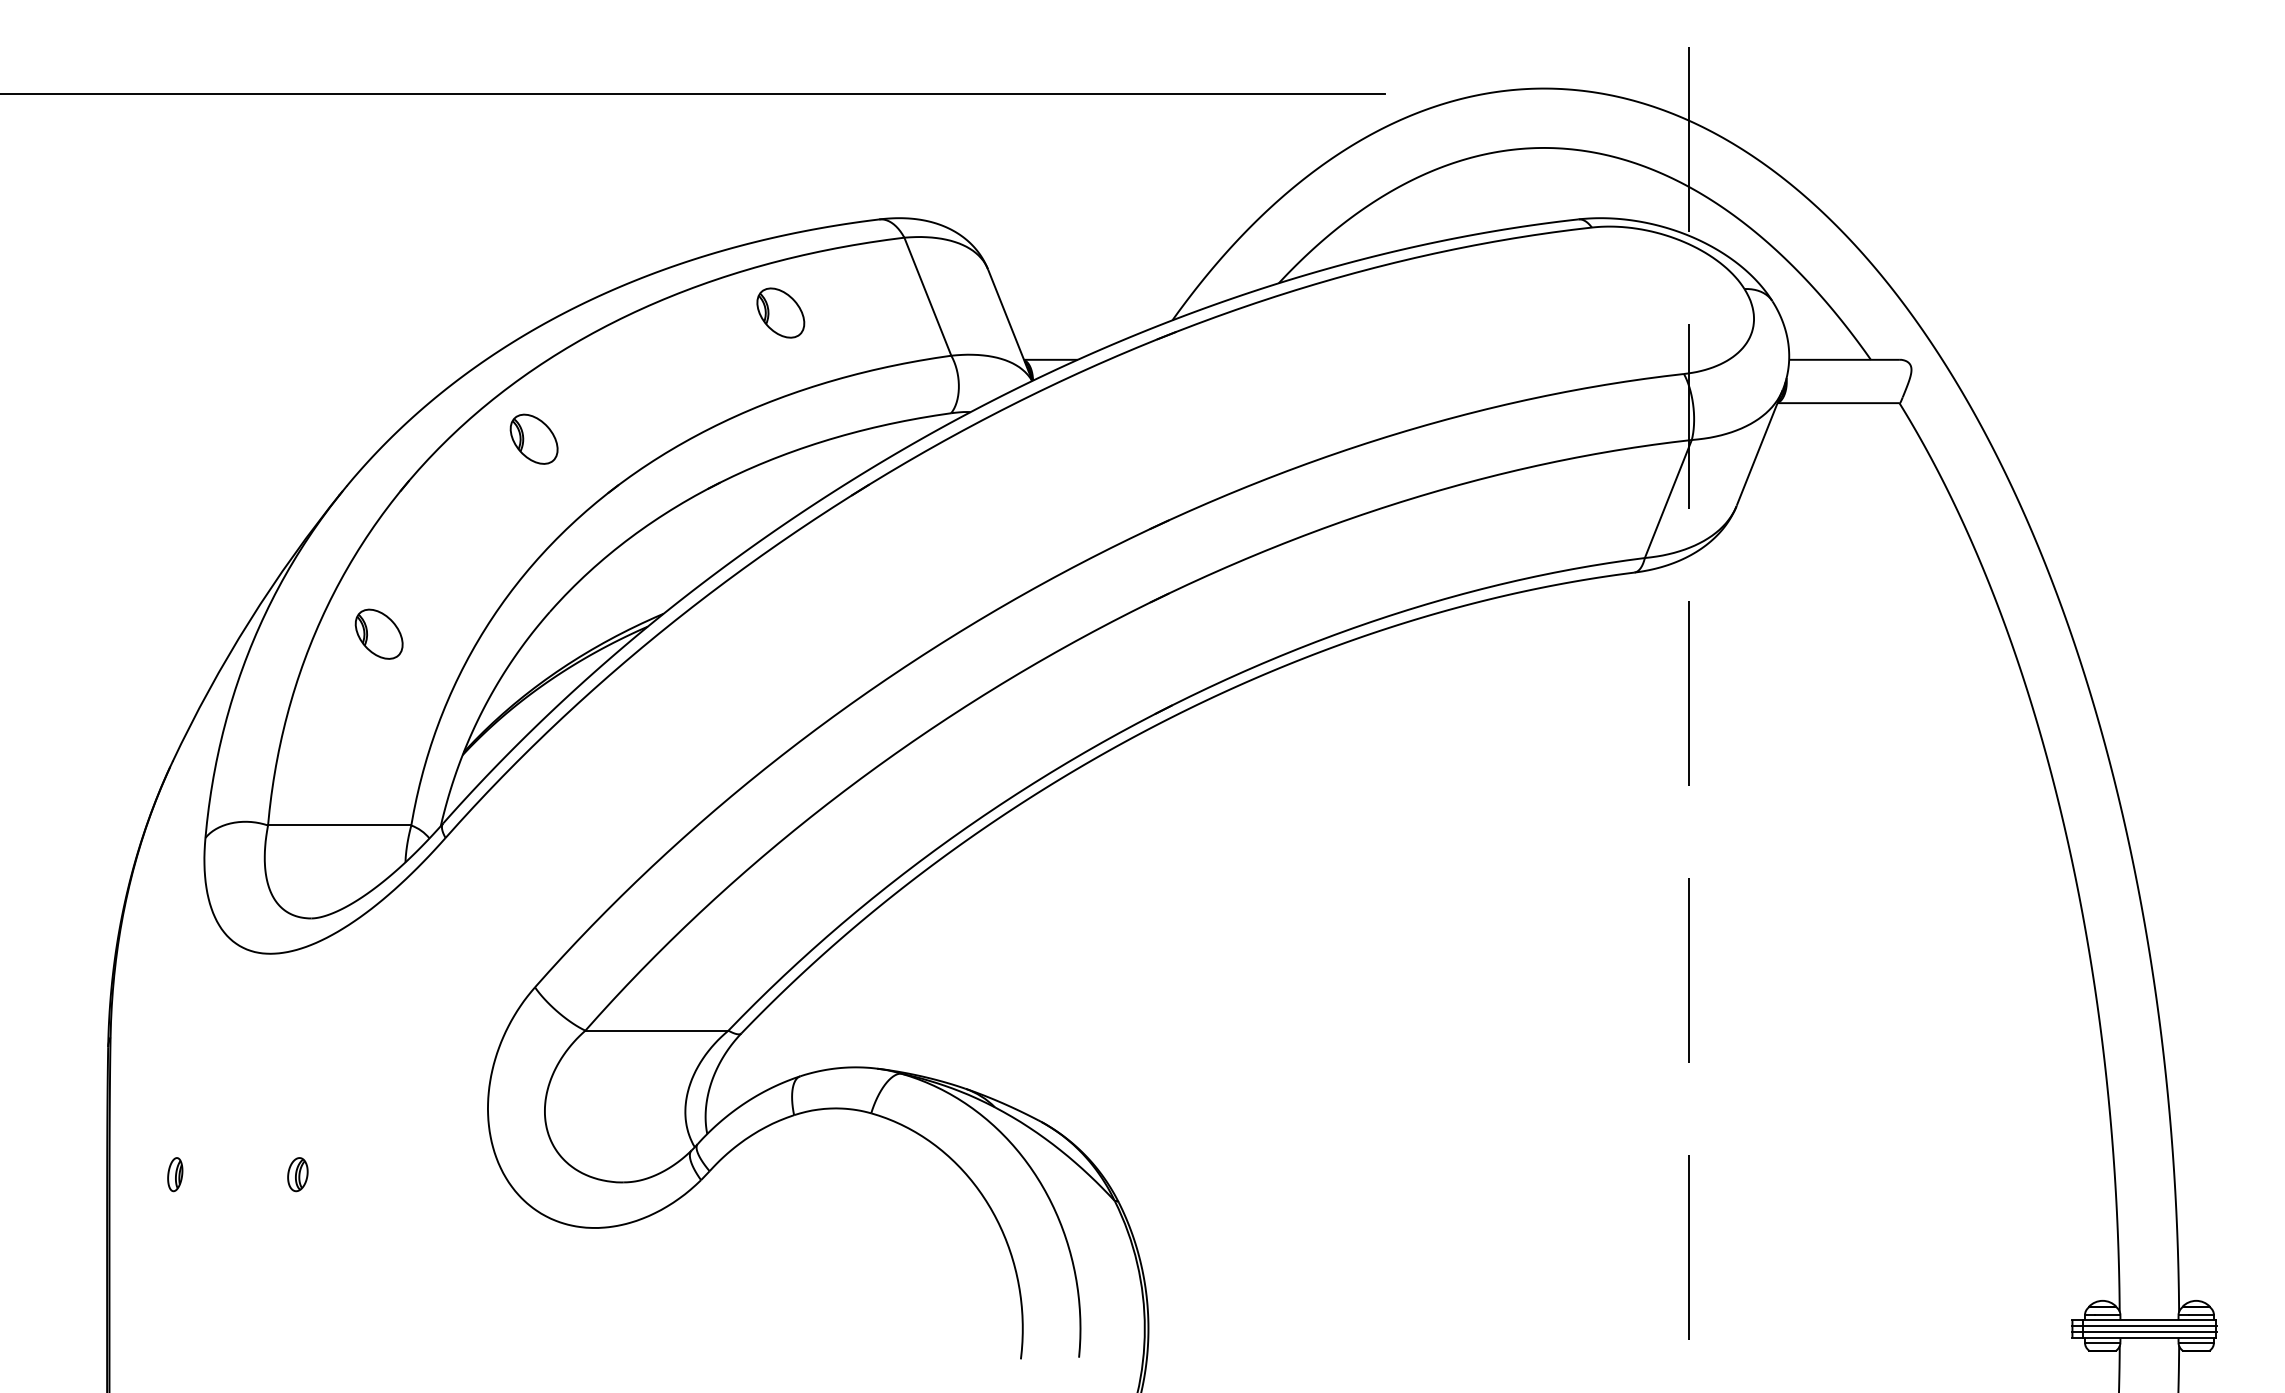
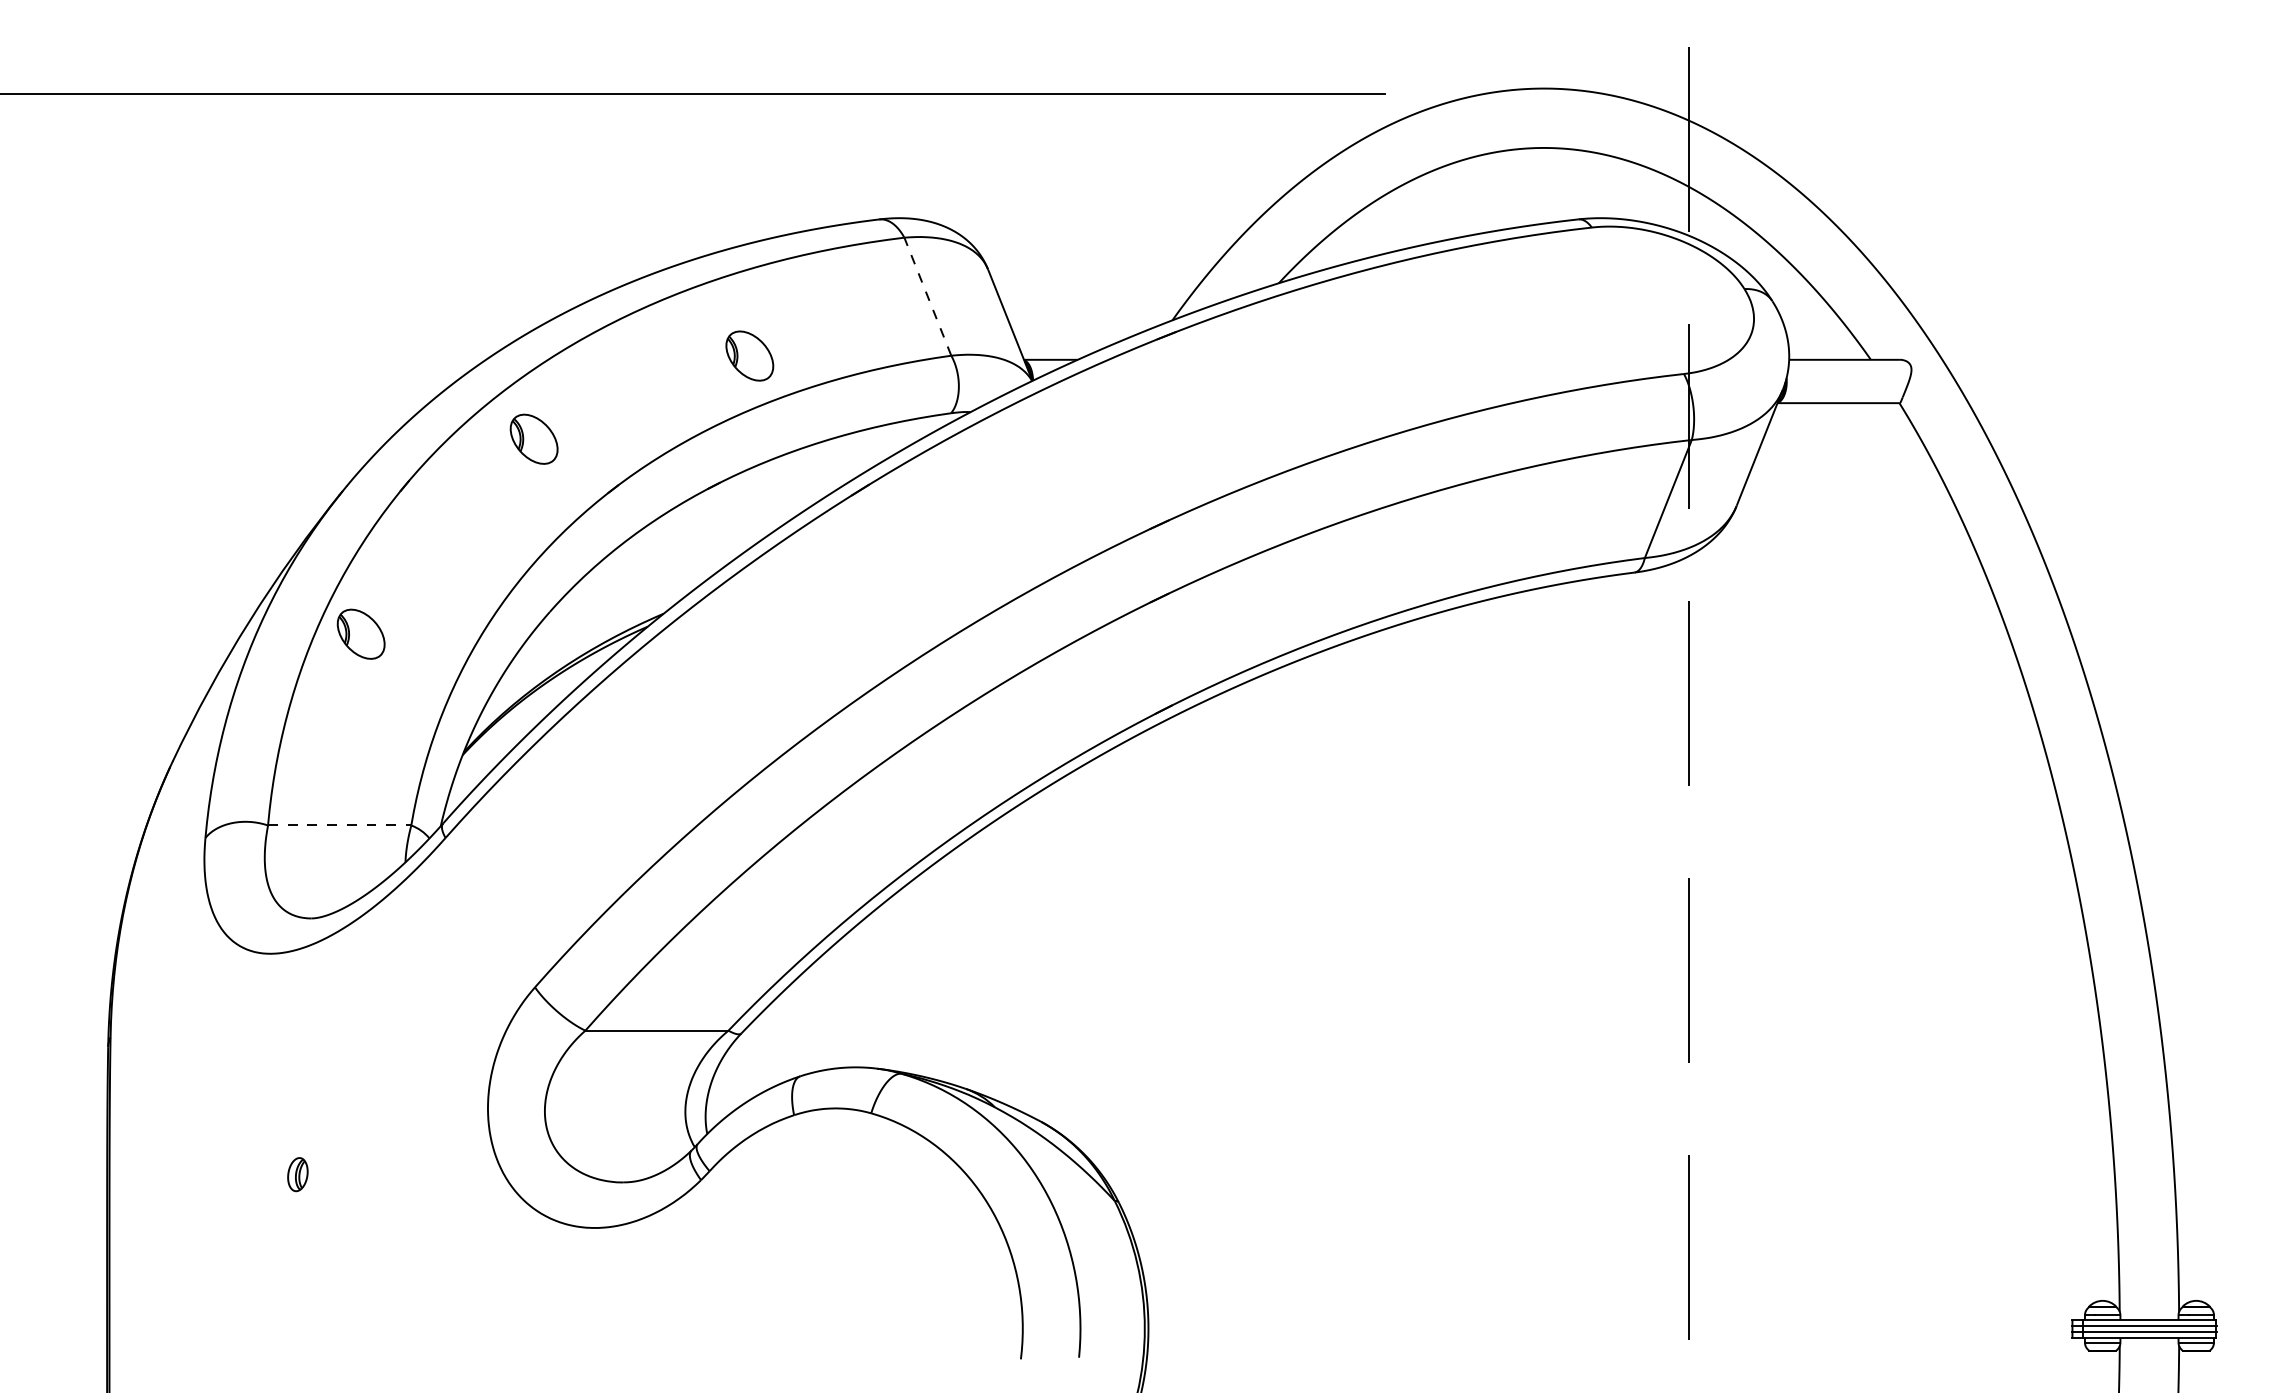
line at (927, 296): solid -> dashed
part at (780, 312) position: (780, 312) -> (749, 355)
part at (378, 633) position: (378, 633) -> (360, 633)
line at (339, 825): solid -> dashed
part at (175, 1174): present -> none
